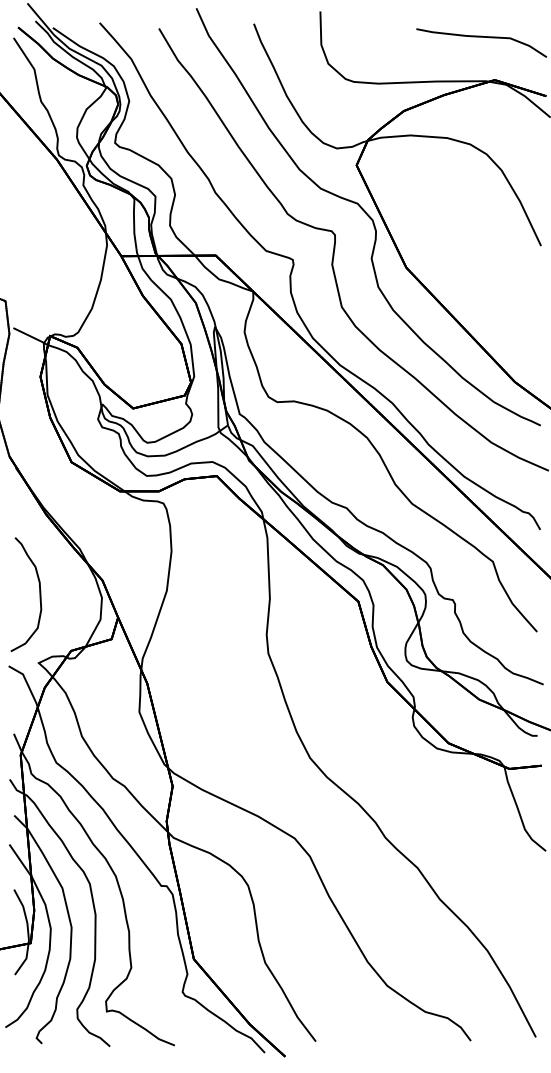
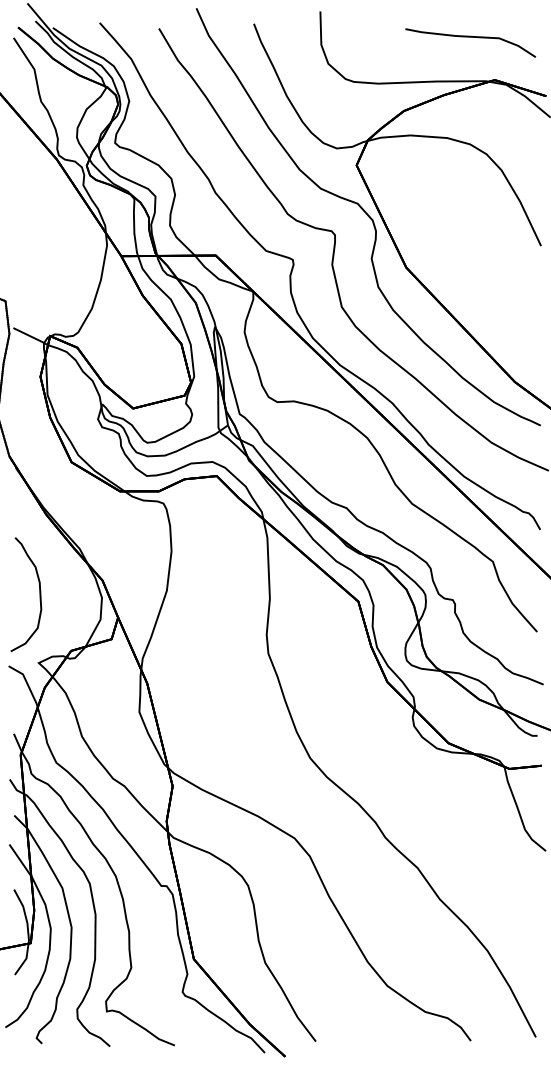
curve at (481, 37) position: (481, 37) -> (470, 37)
